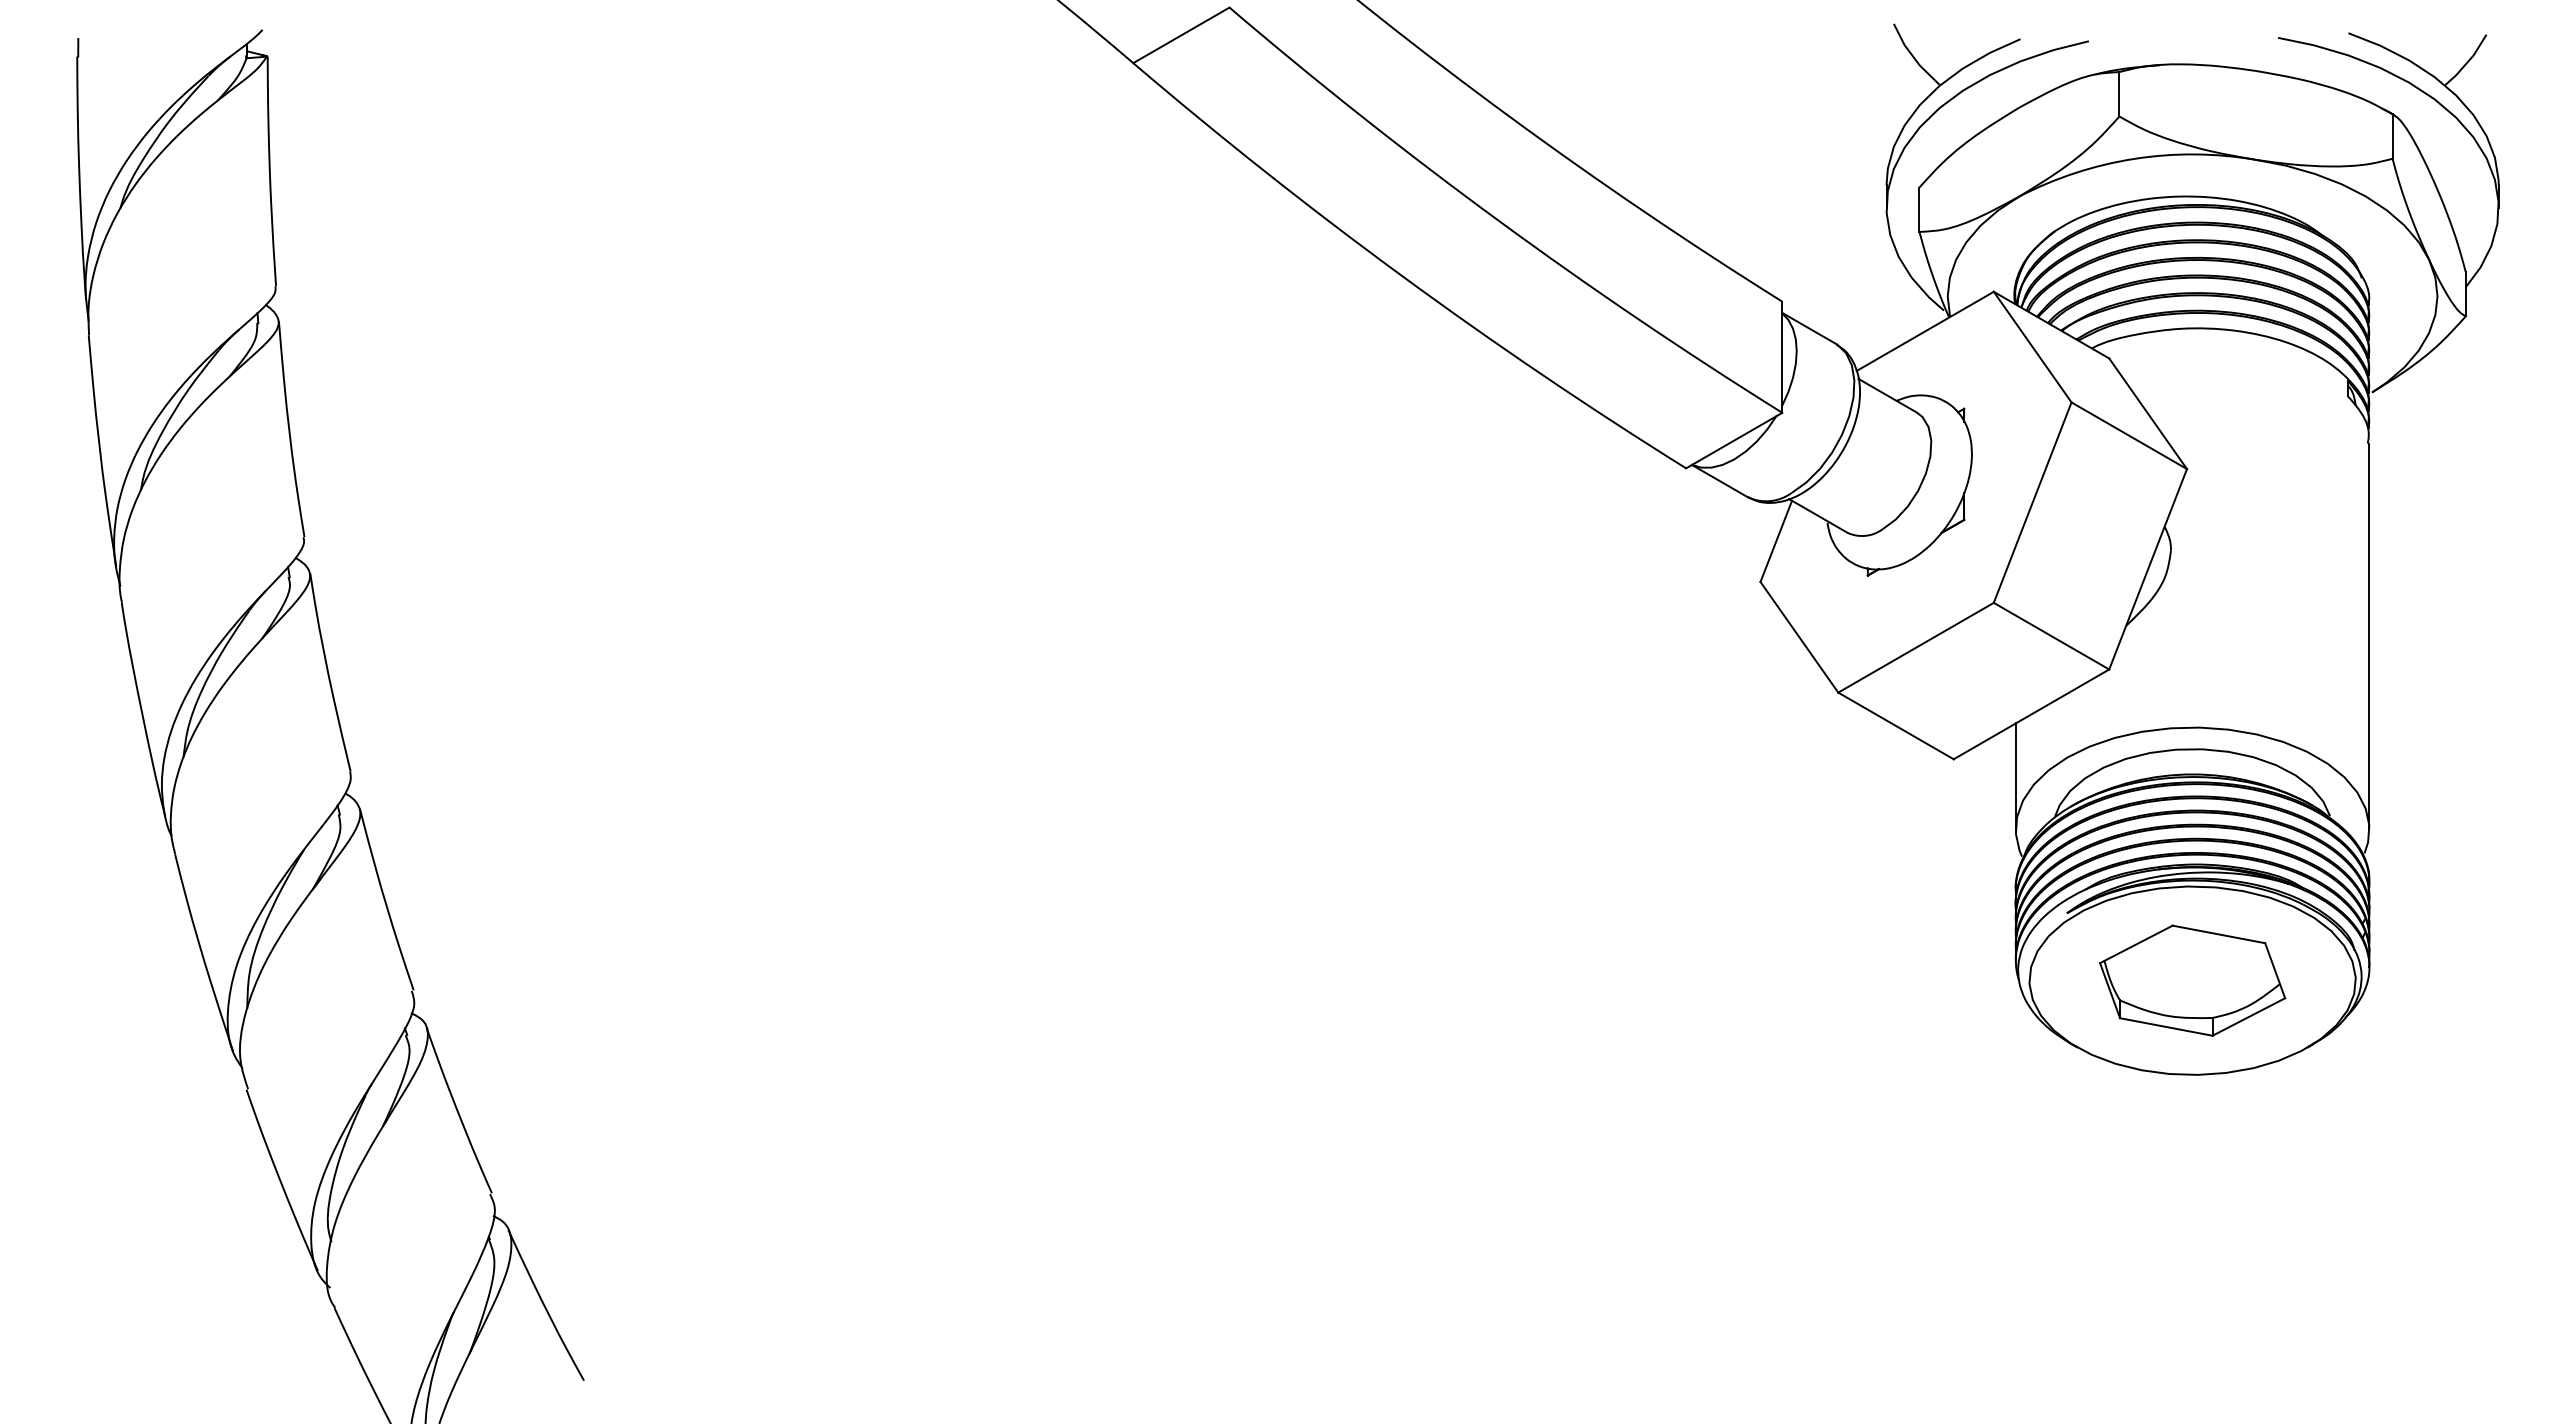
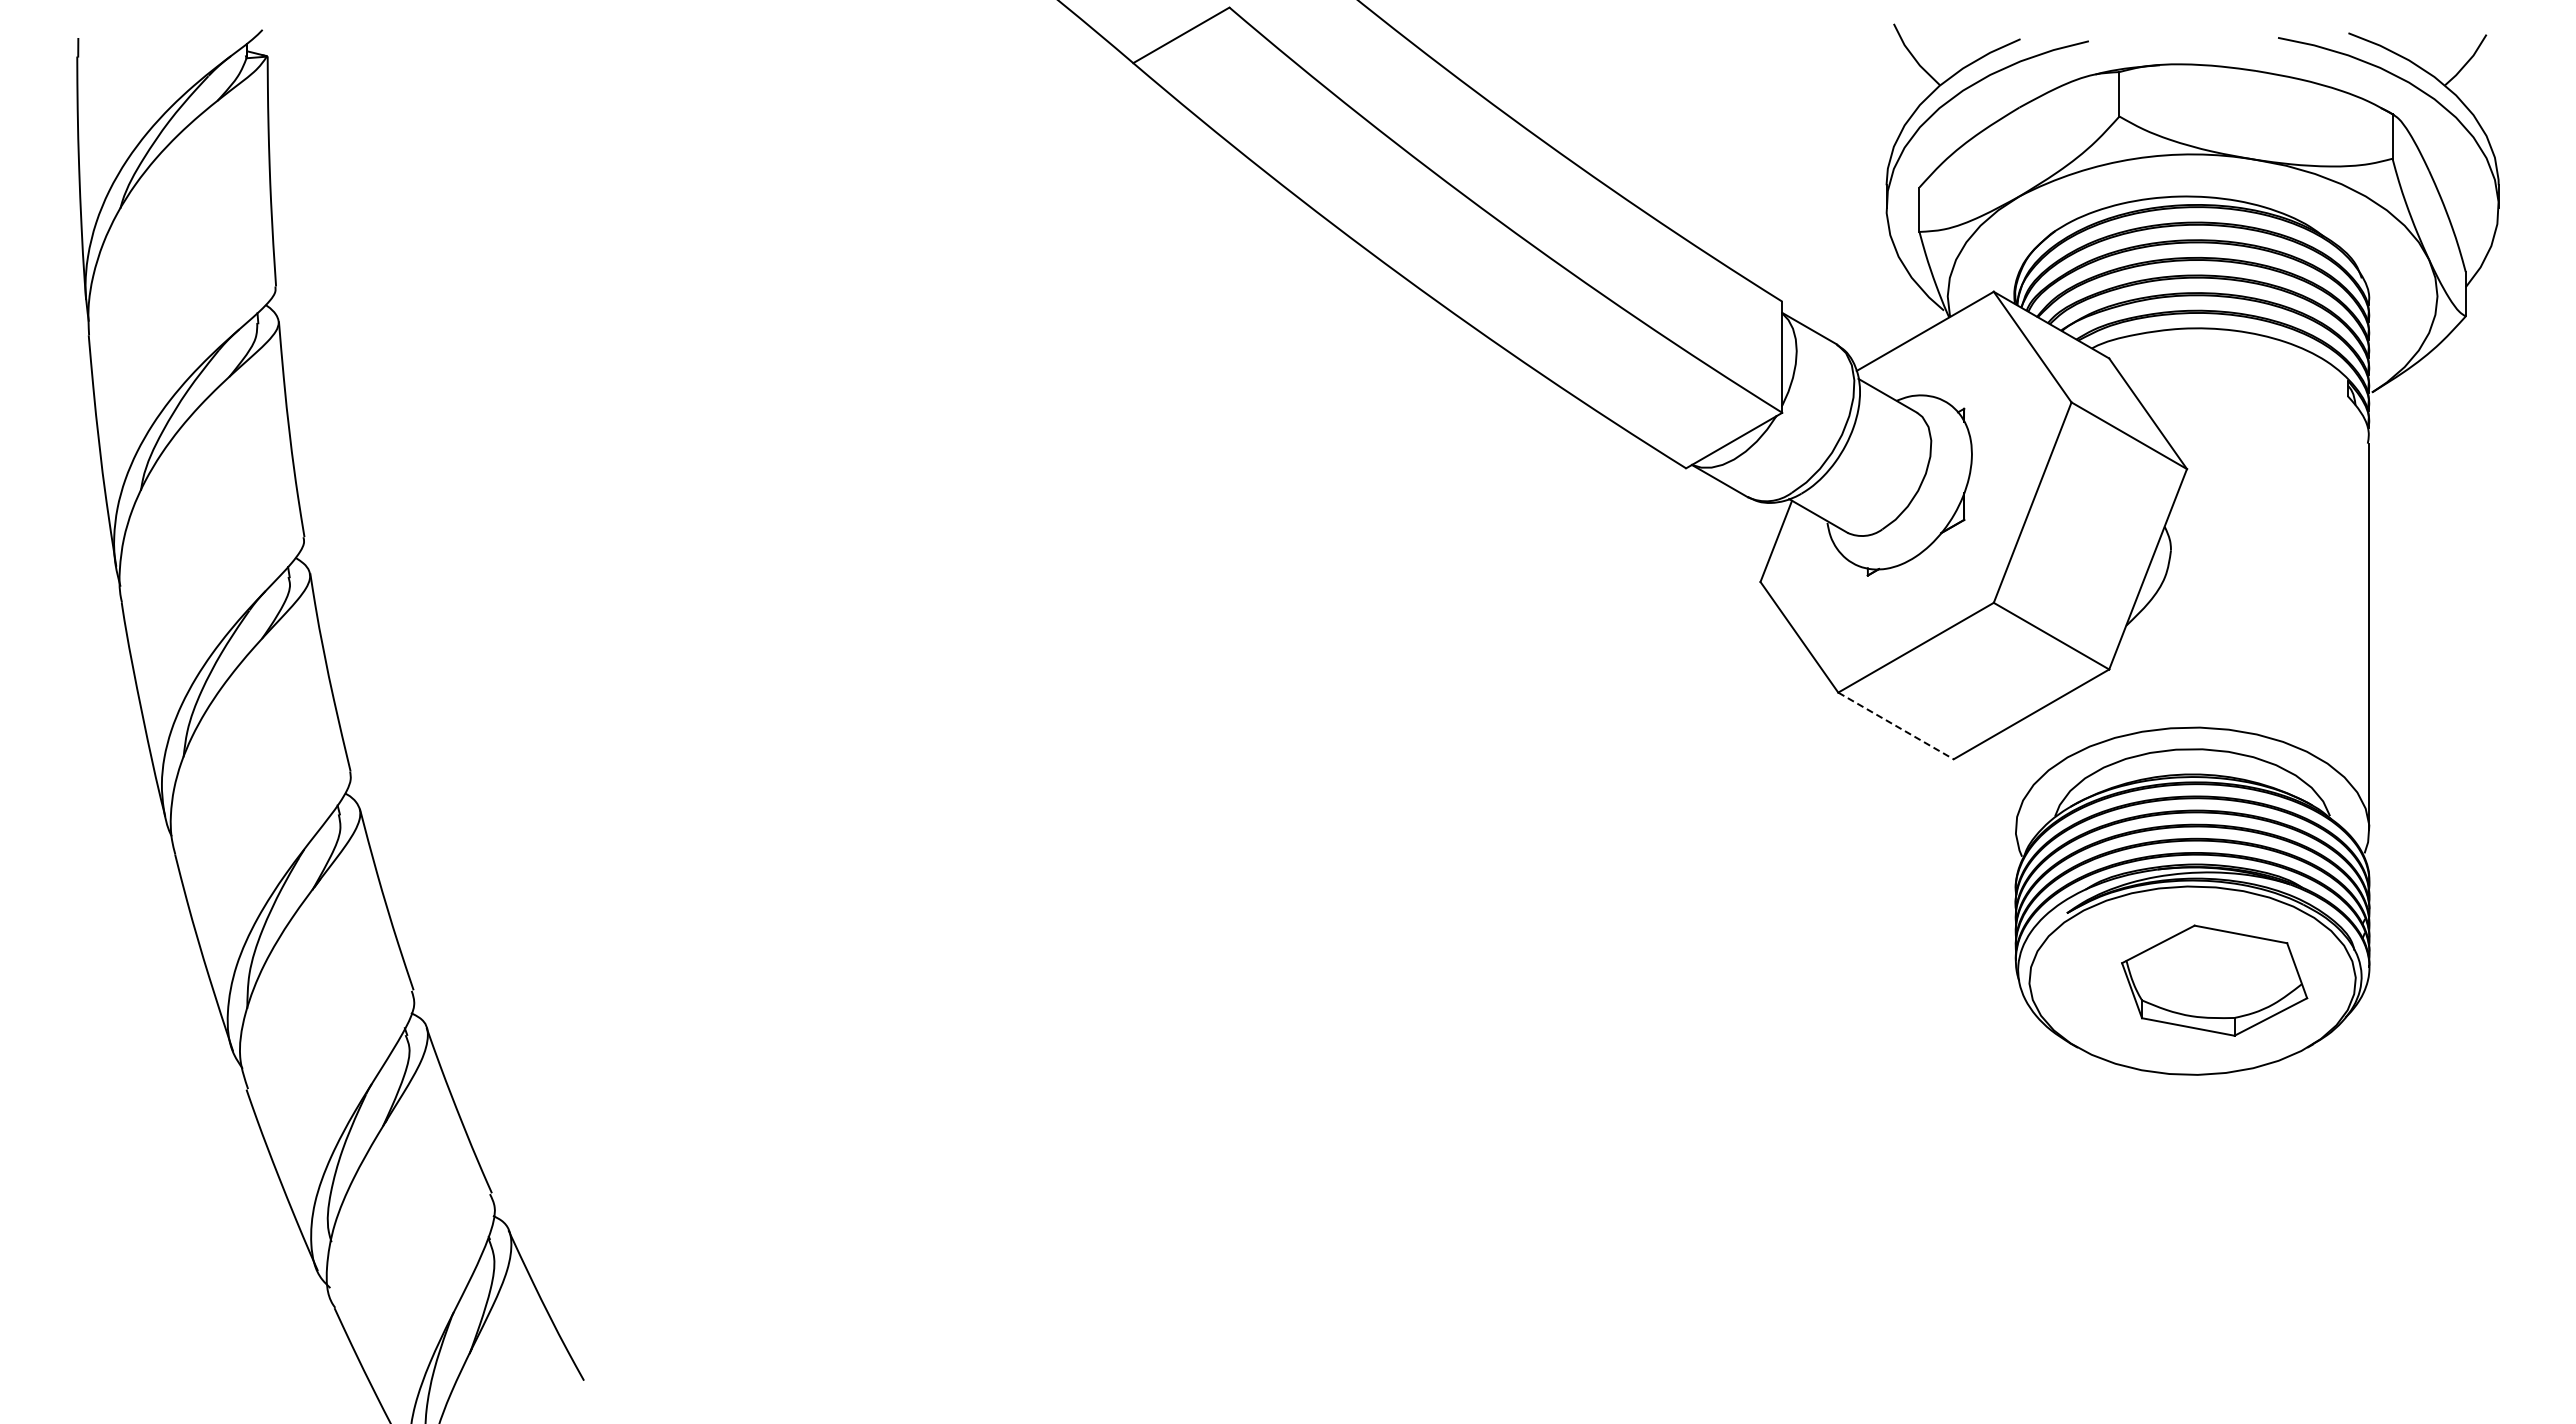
line at (1896, 725): solid -> dashed
line at (2015, 776): present -> none
part at (2192, 980) position: (2192, 980) -> (2214, 980)
